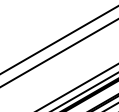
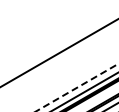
line at (58, 40): present -> none
line at (77, 87): solid -> dashed
